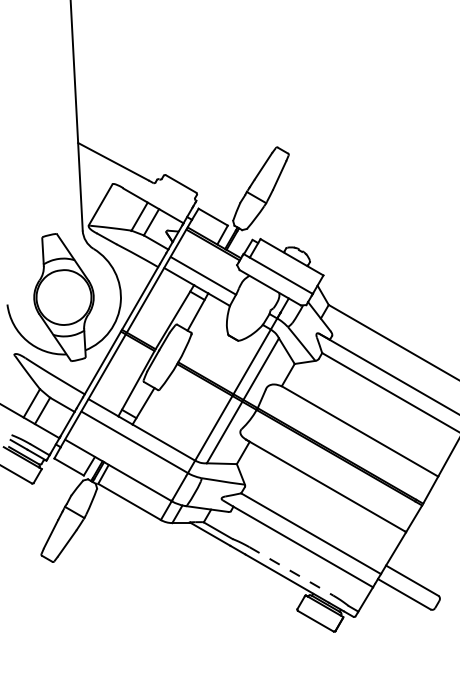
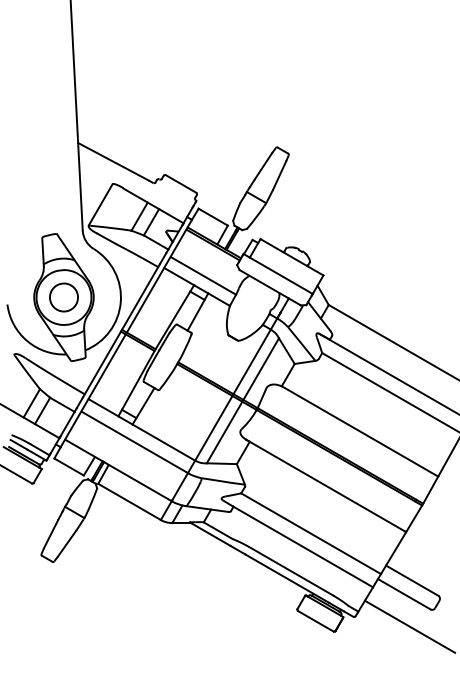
part at (63, 297): none -> present
line at (291, 571): dashed -> solid
line at (409, 626): none -> present
